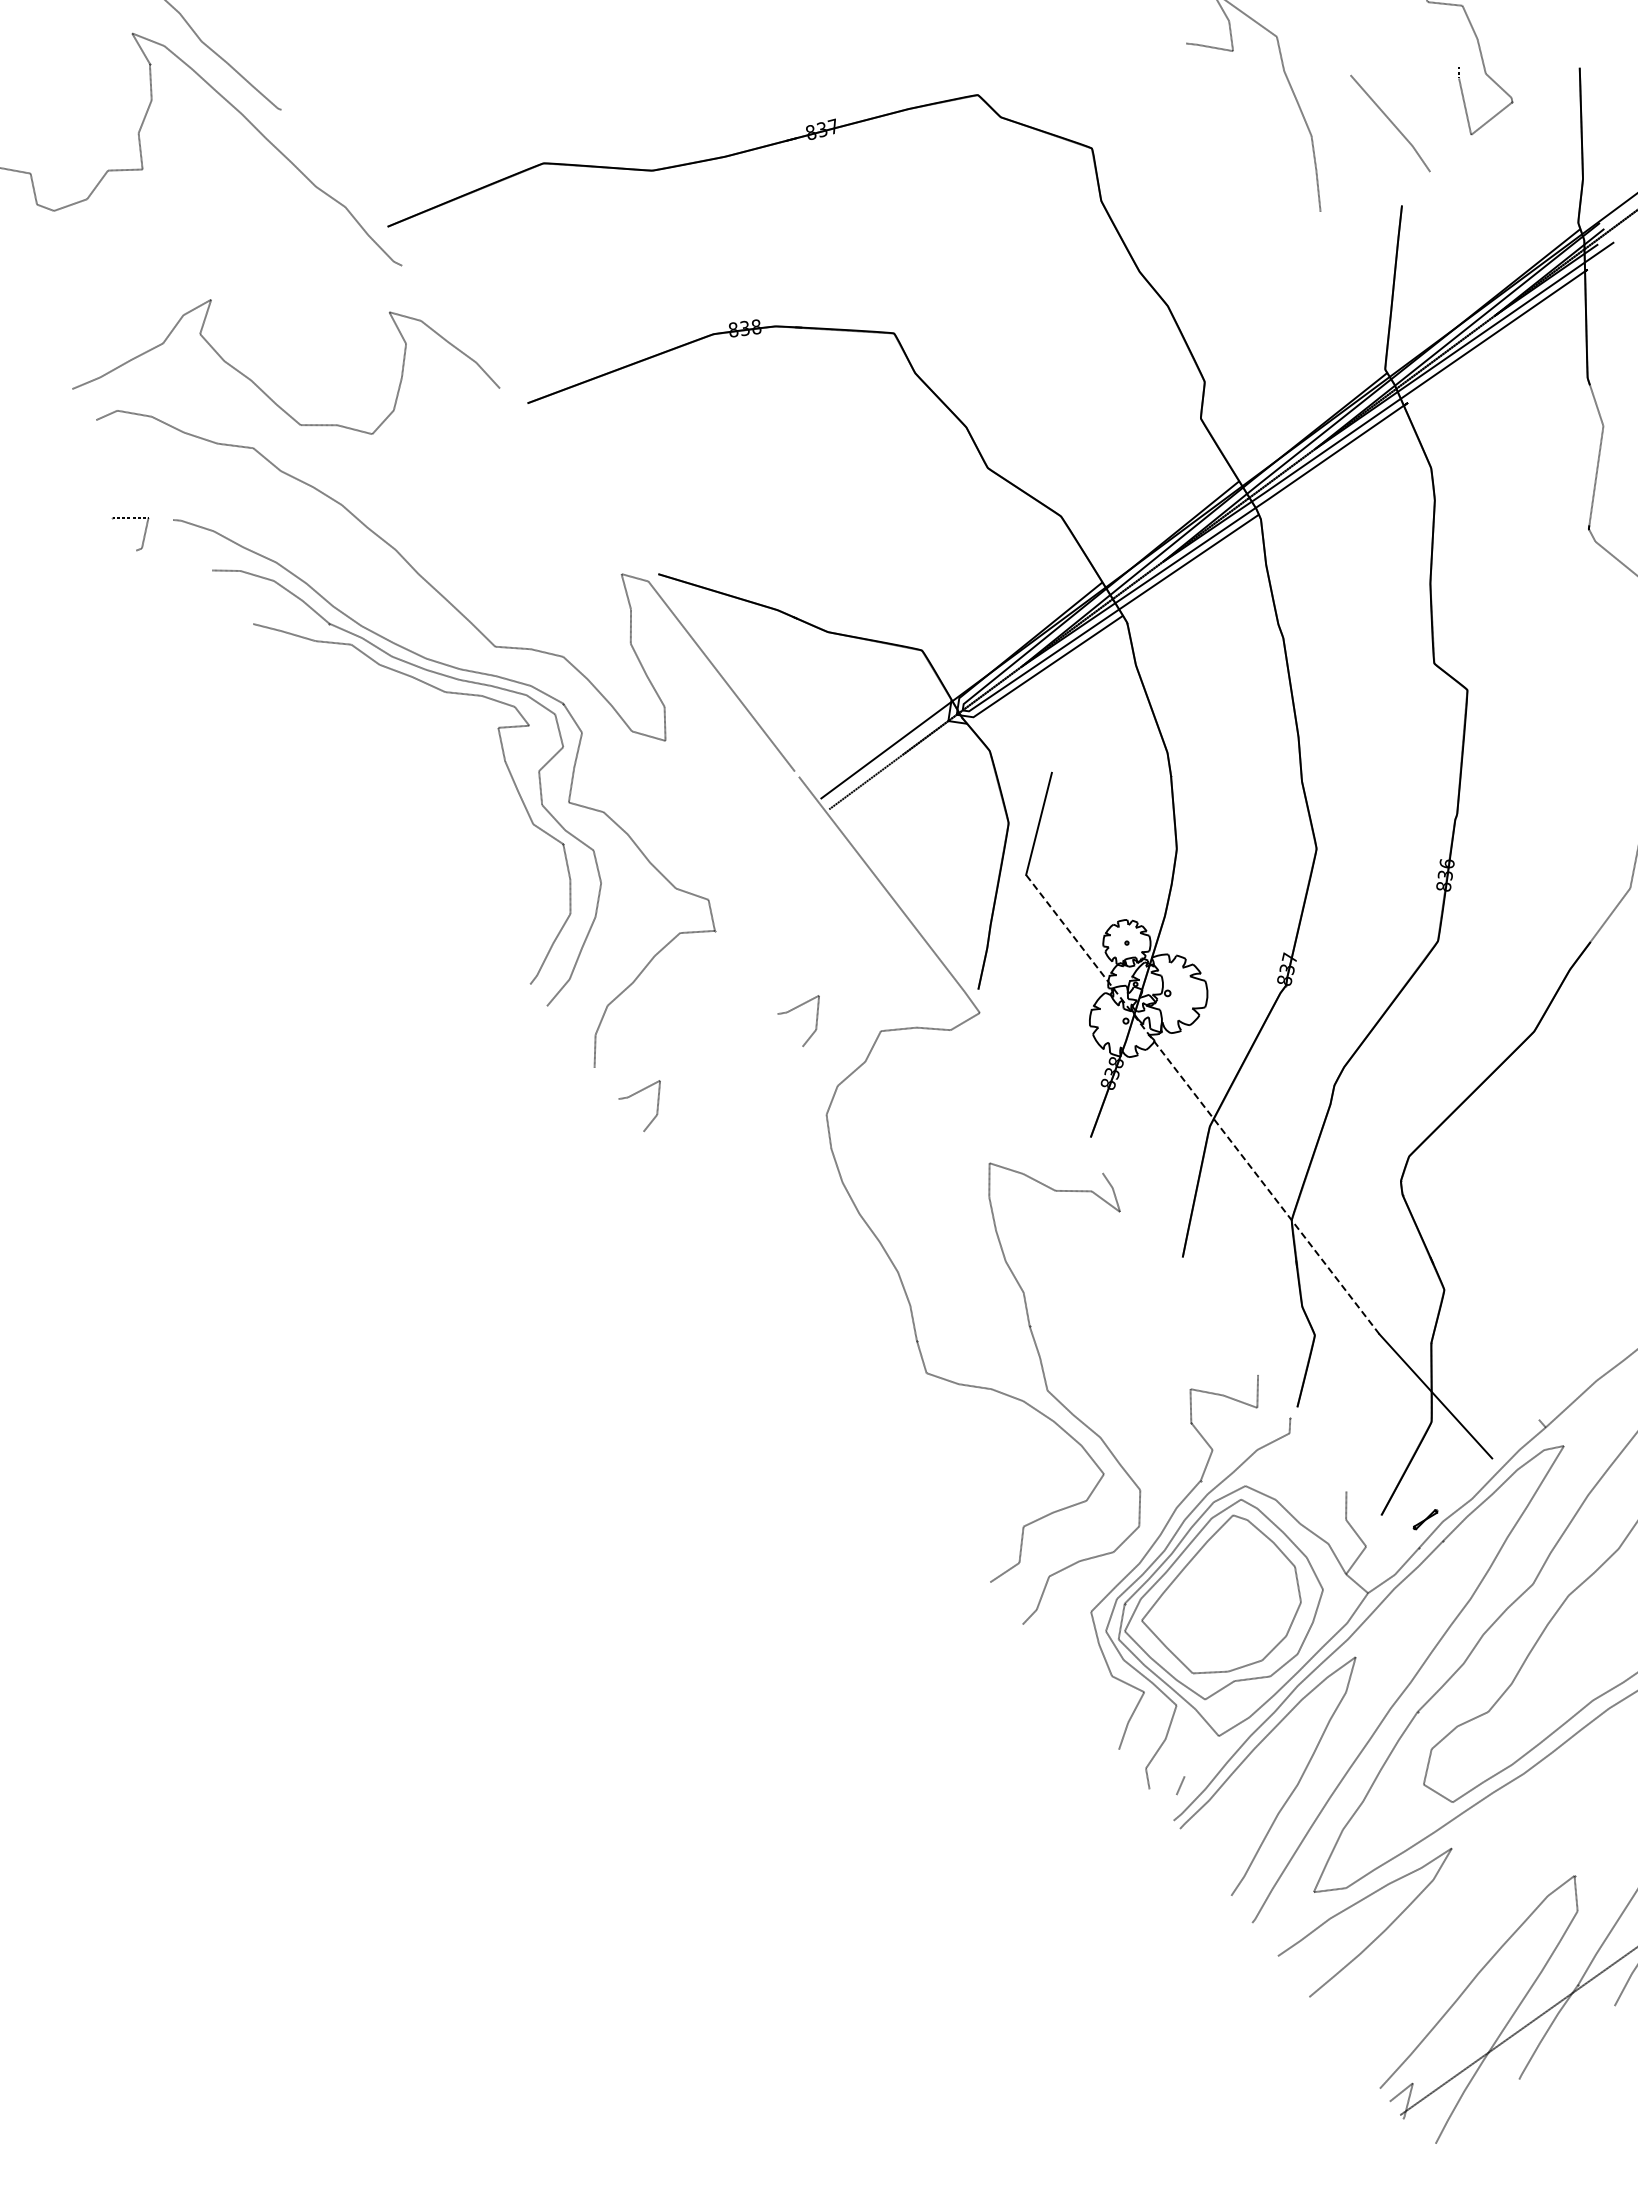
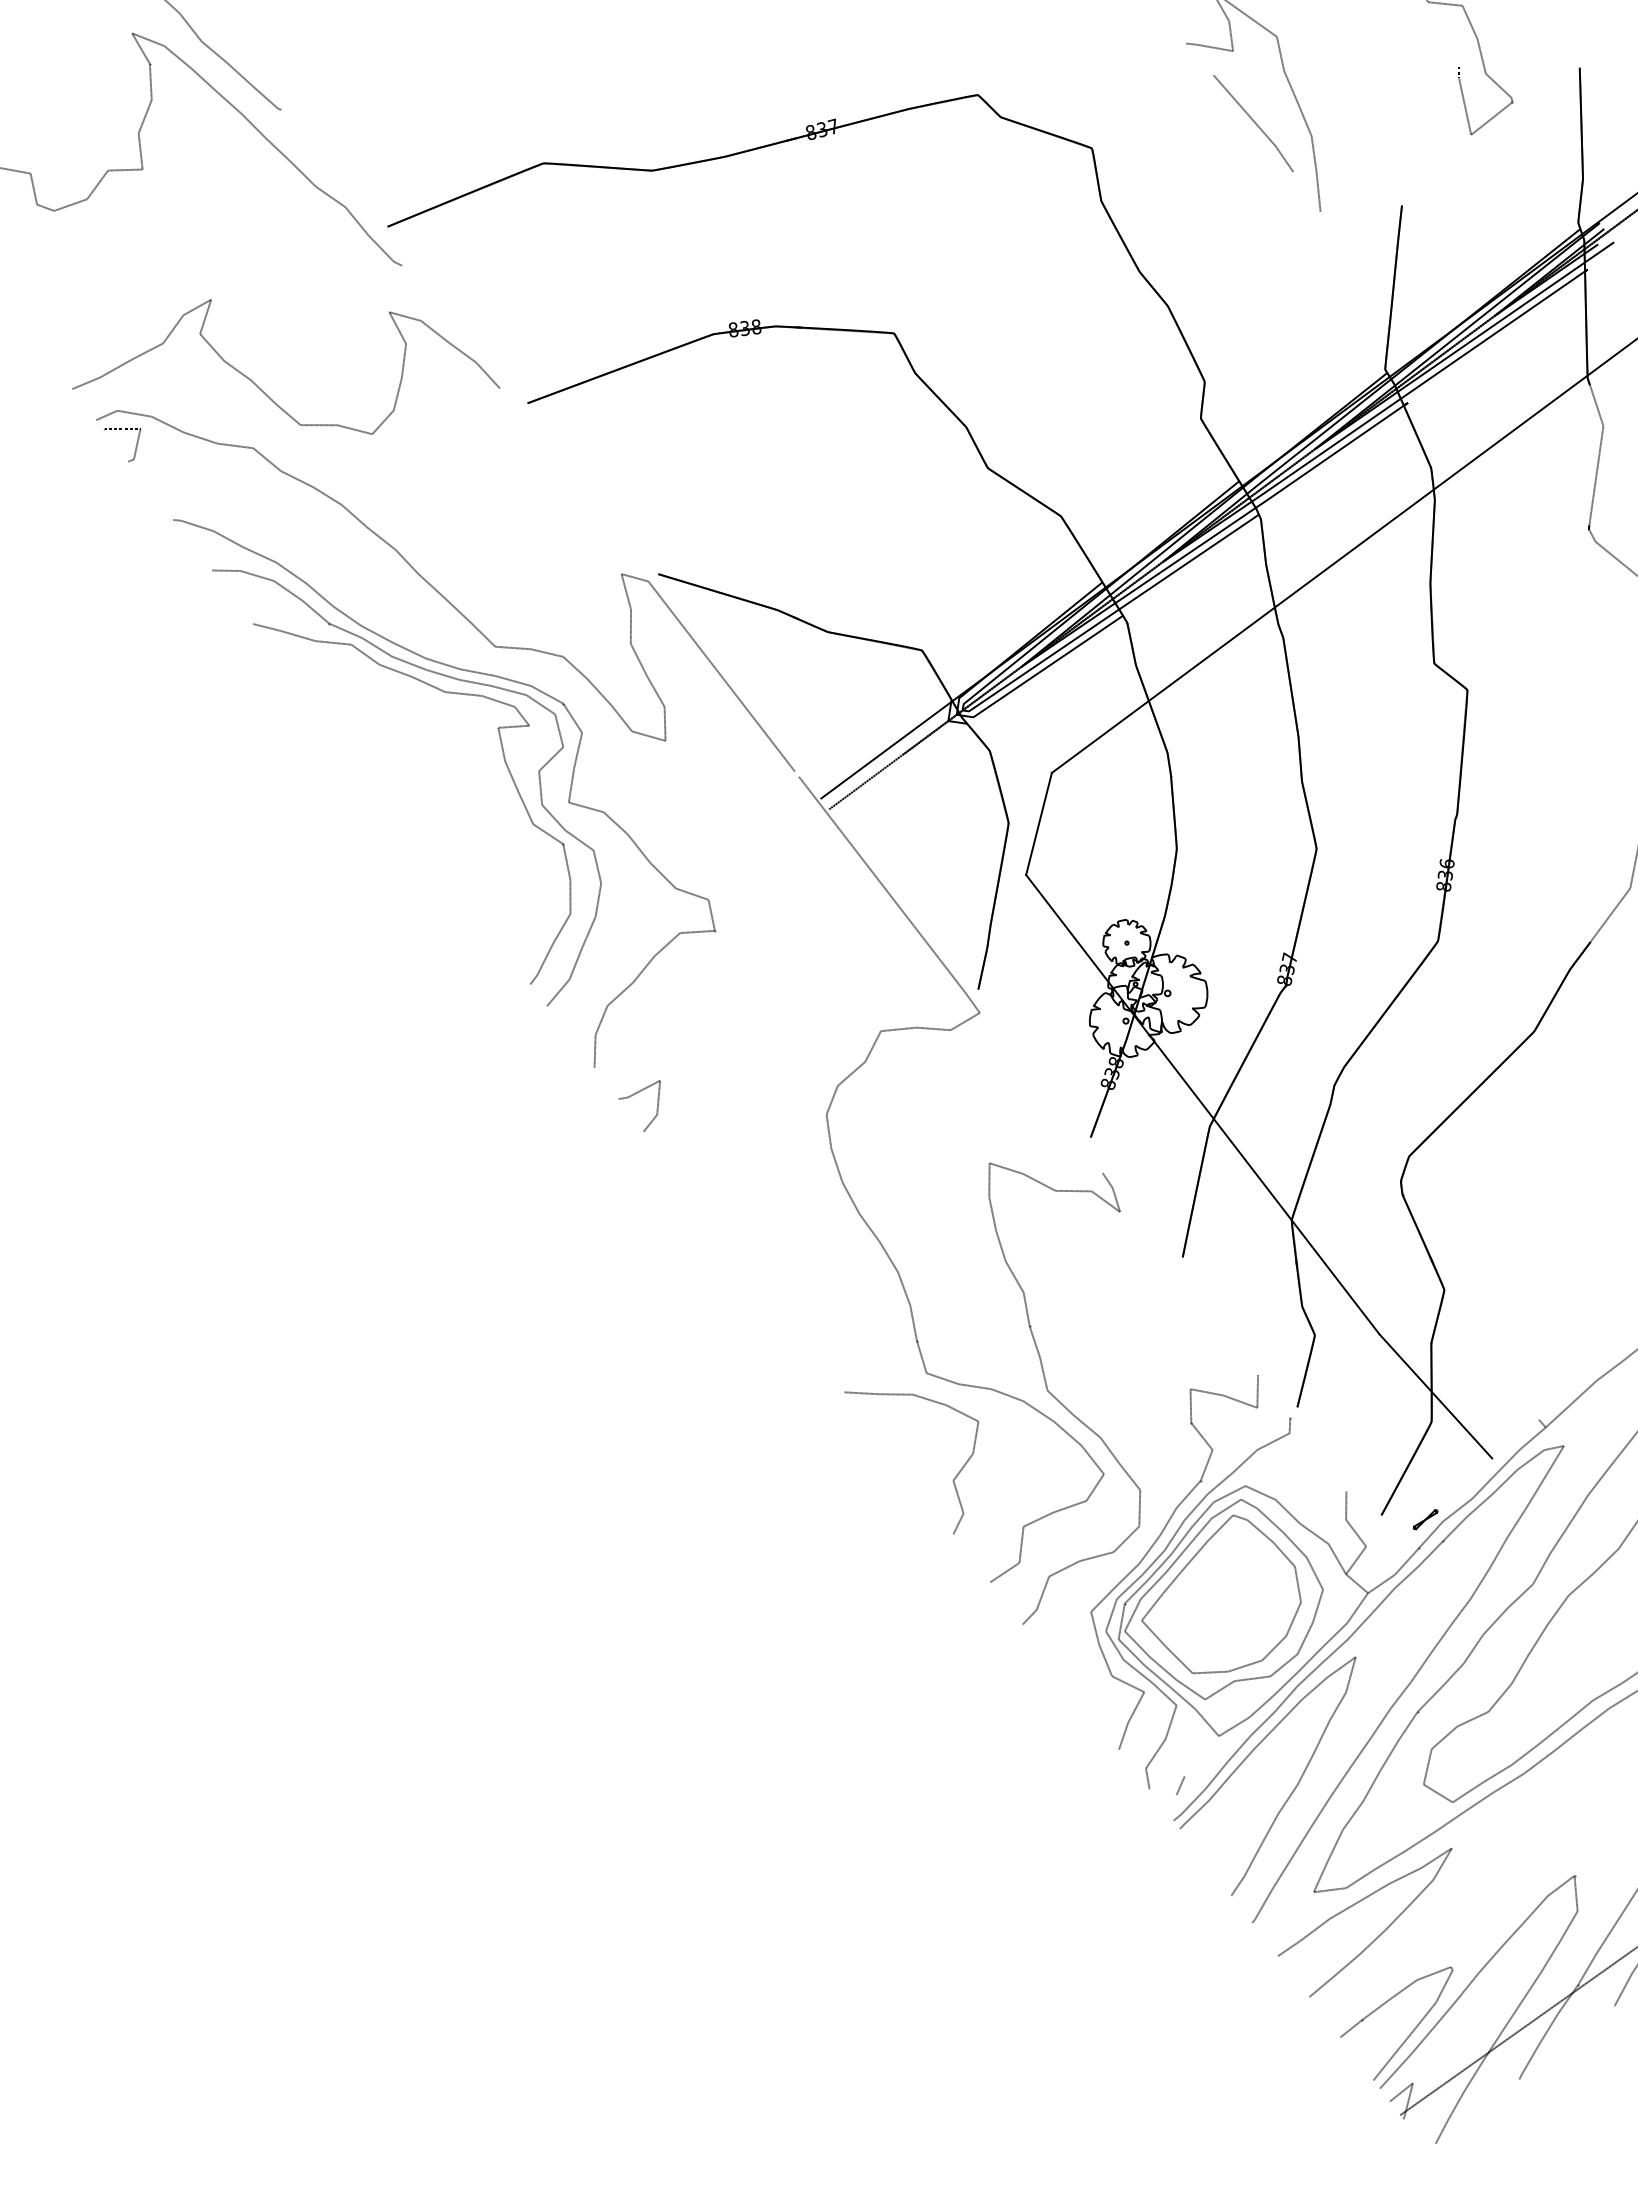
line at (1390, 122) position: (1390, 122) -> (1253, 122)
part at (143, 535) position: (143, 535) -> (135, 446)
line at (1342, 556): none -> present
line at (792, 1010): present -> none
line at (1202, 1104): dashed -> solid
curve at (952, 1481): none -> present
curve at (1408, 2035): none -> present
